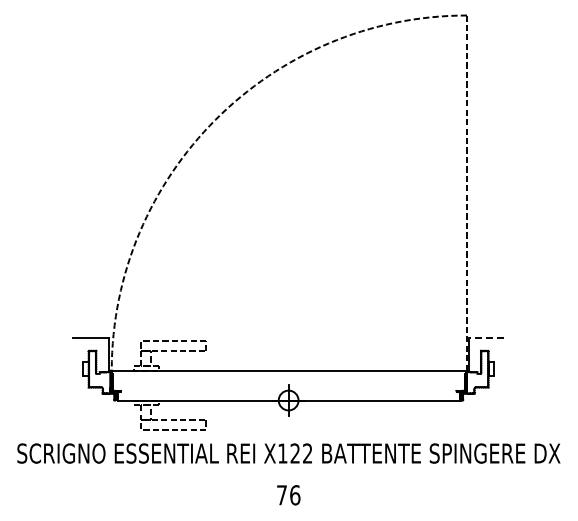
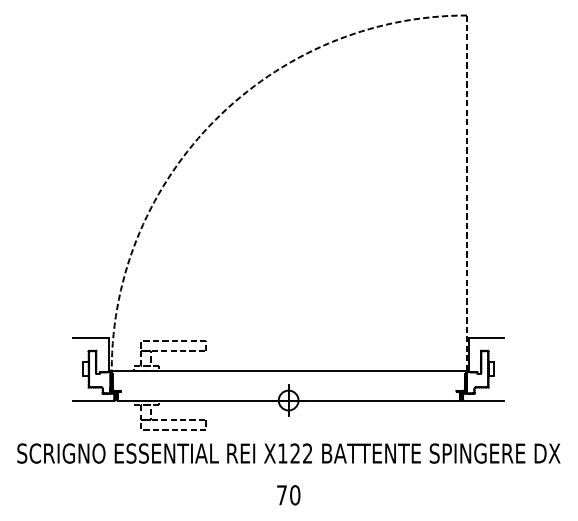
line at (486, 338): dashed -> solid
line at (93, 400): none -> present
line at (483, 400): none -> present
text at (295, 495): 76 -> 70
